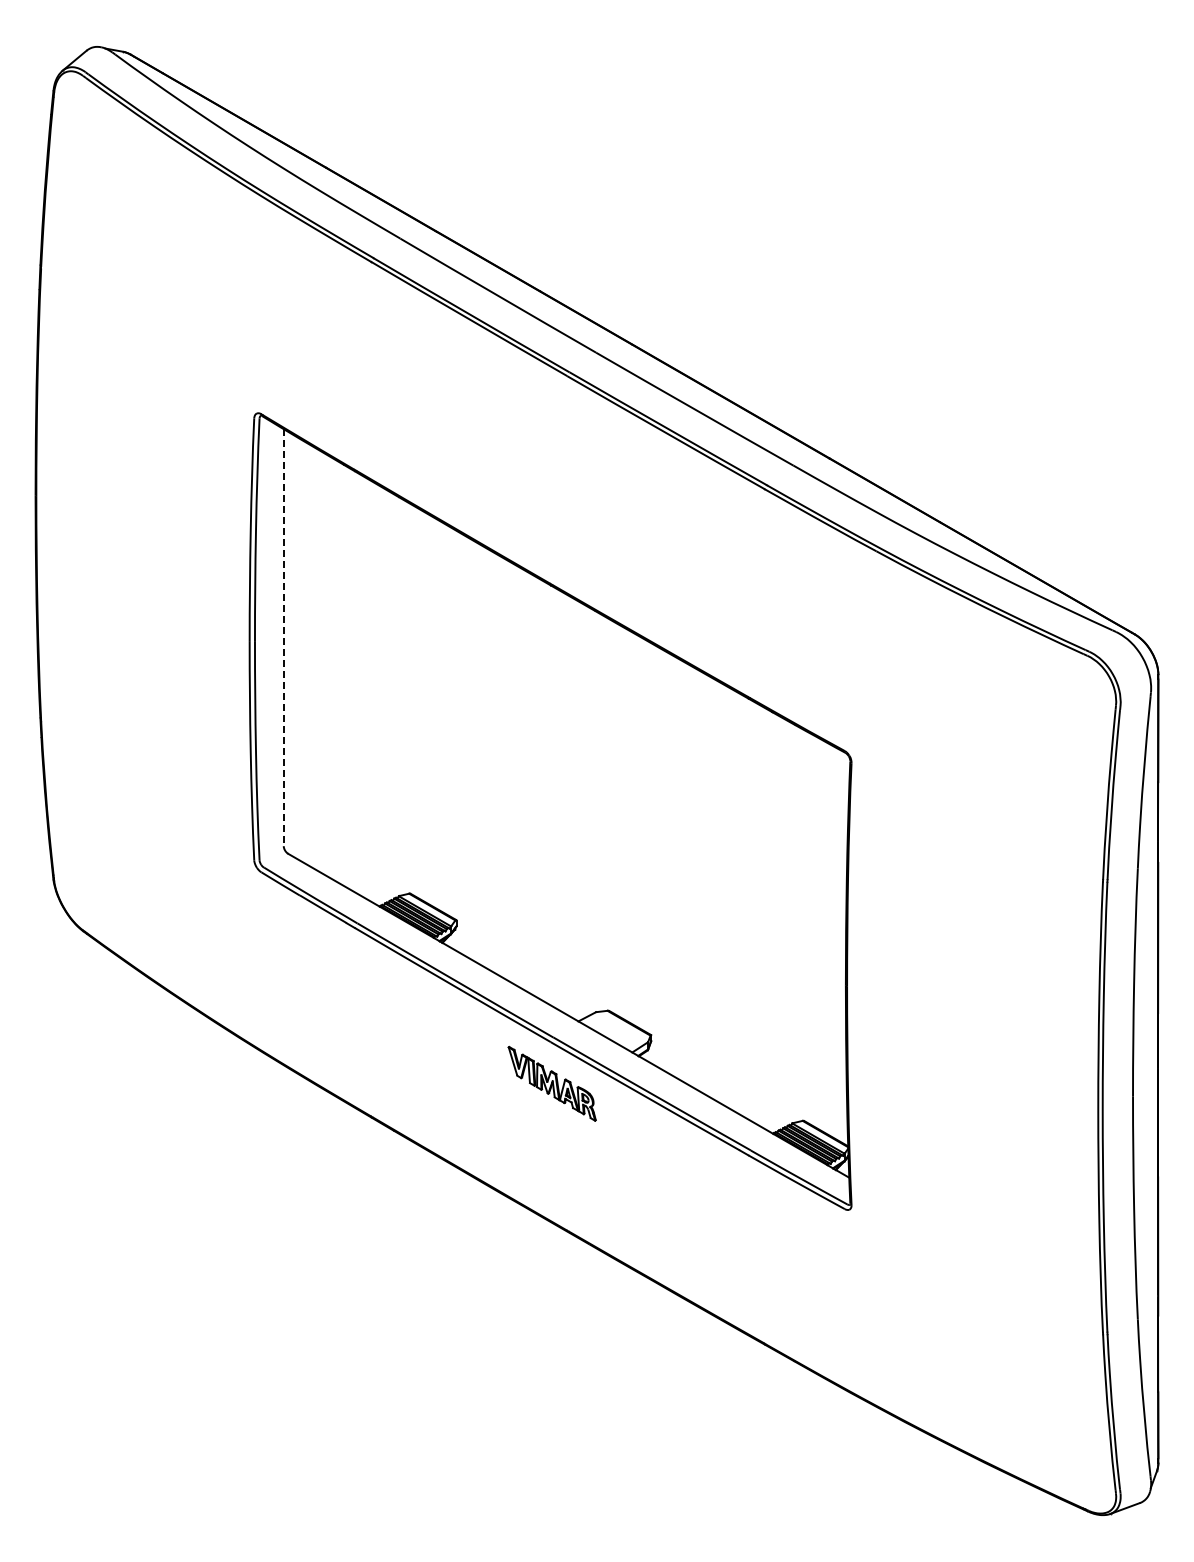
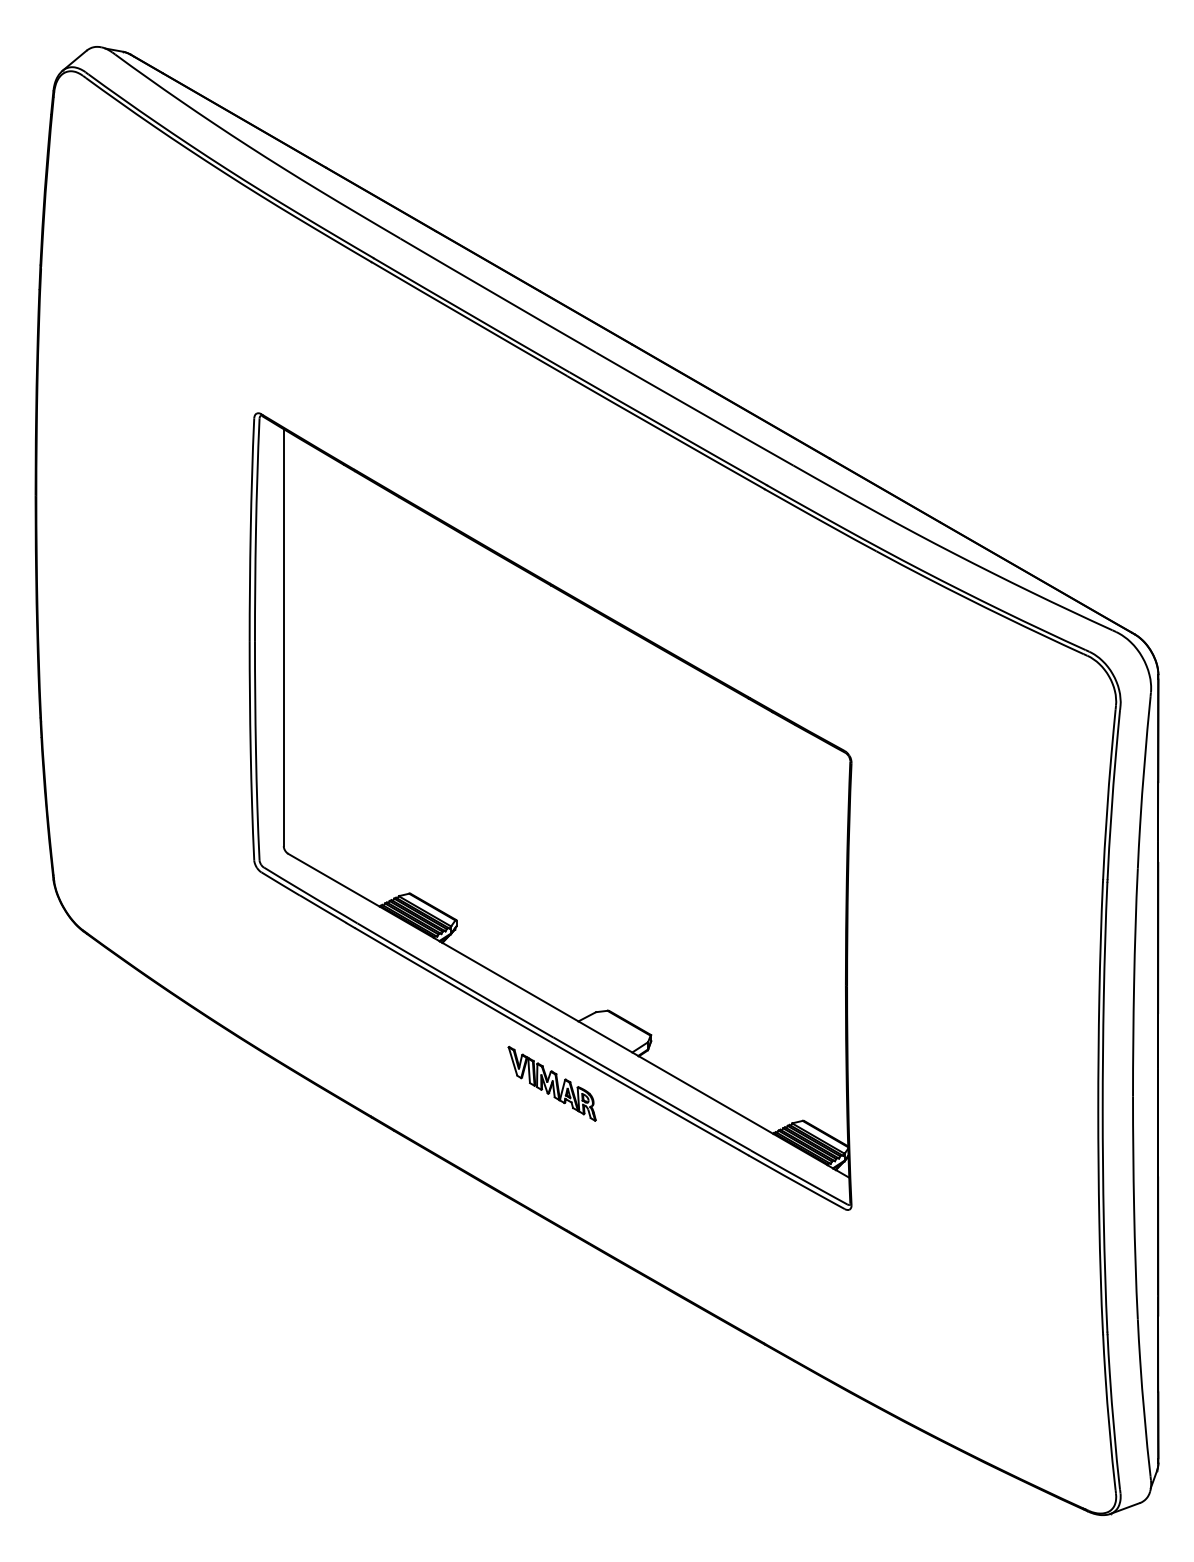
line at (283, 637): dashed -> solid
